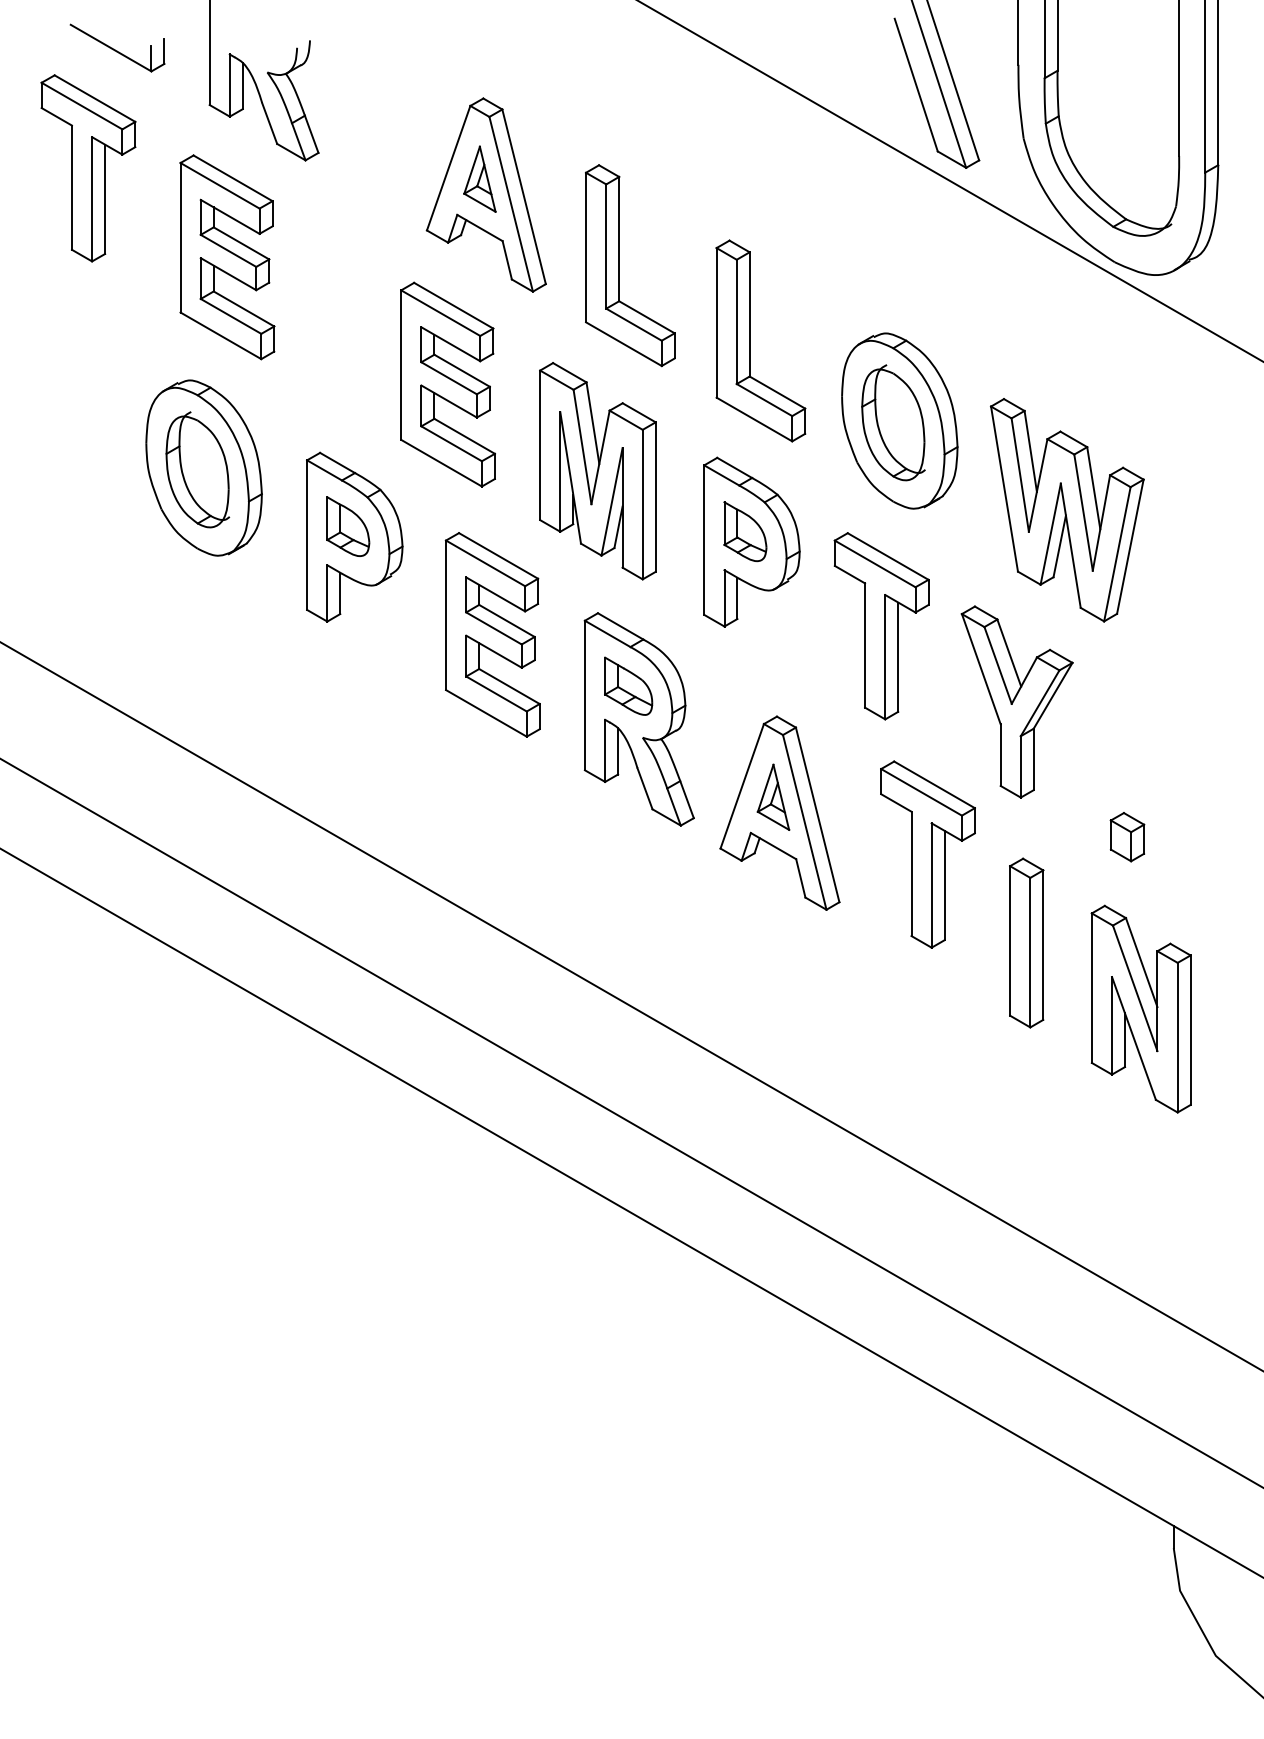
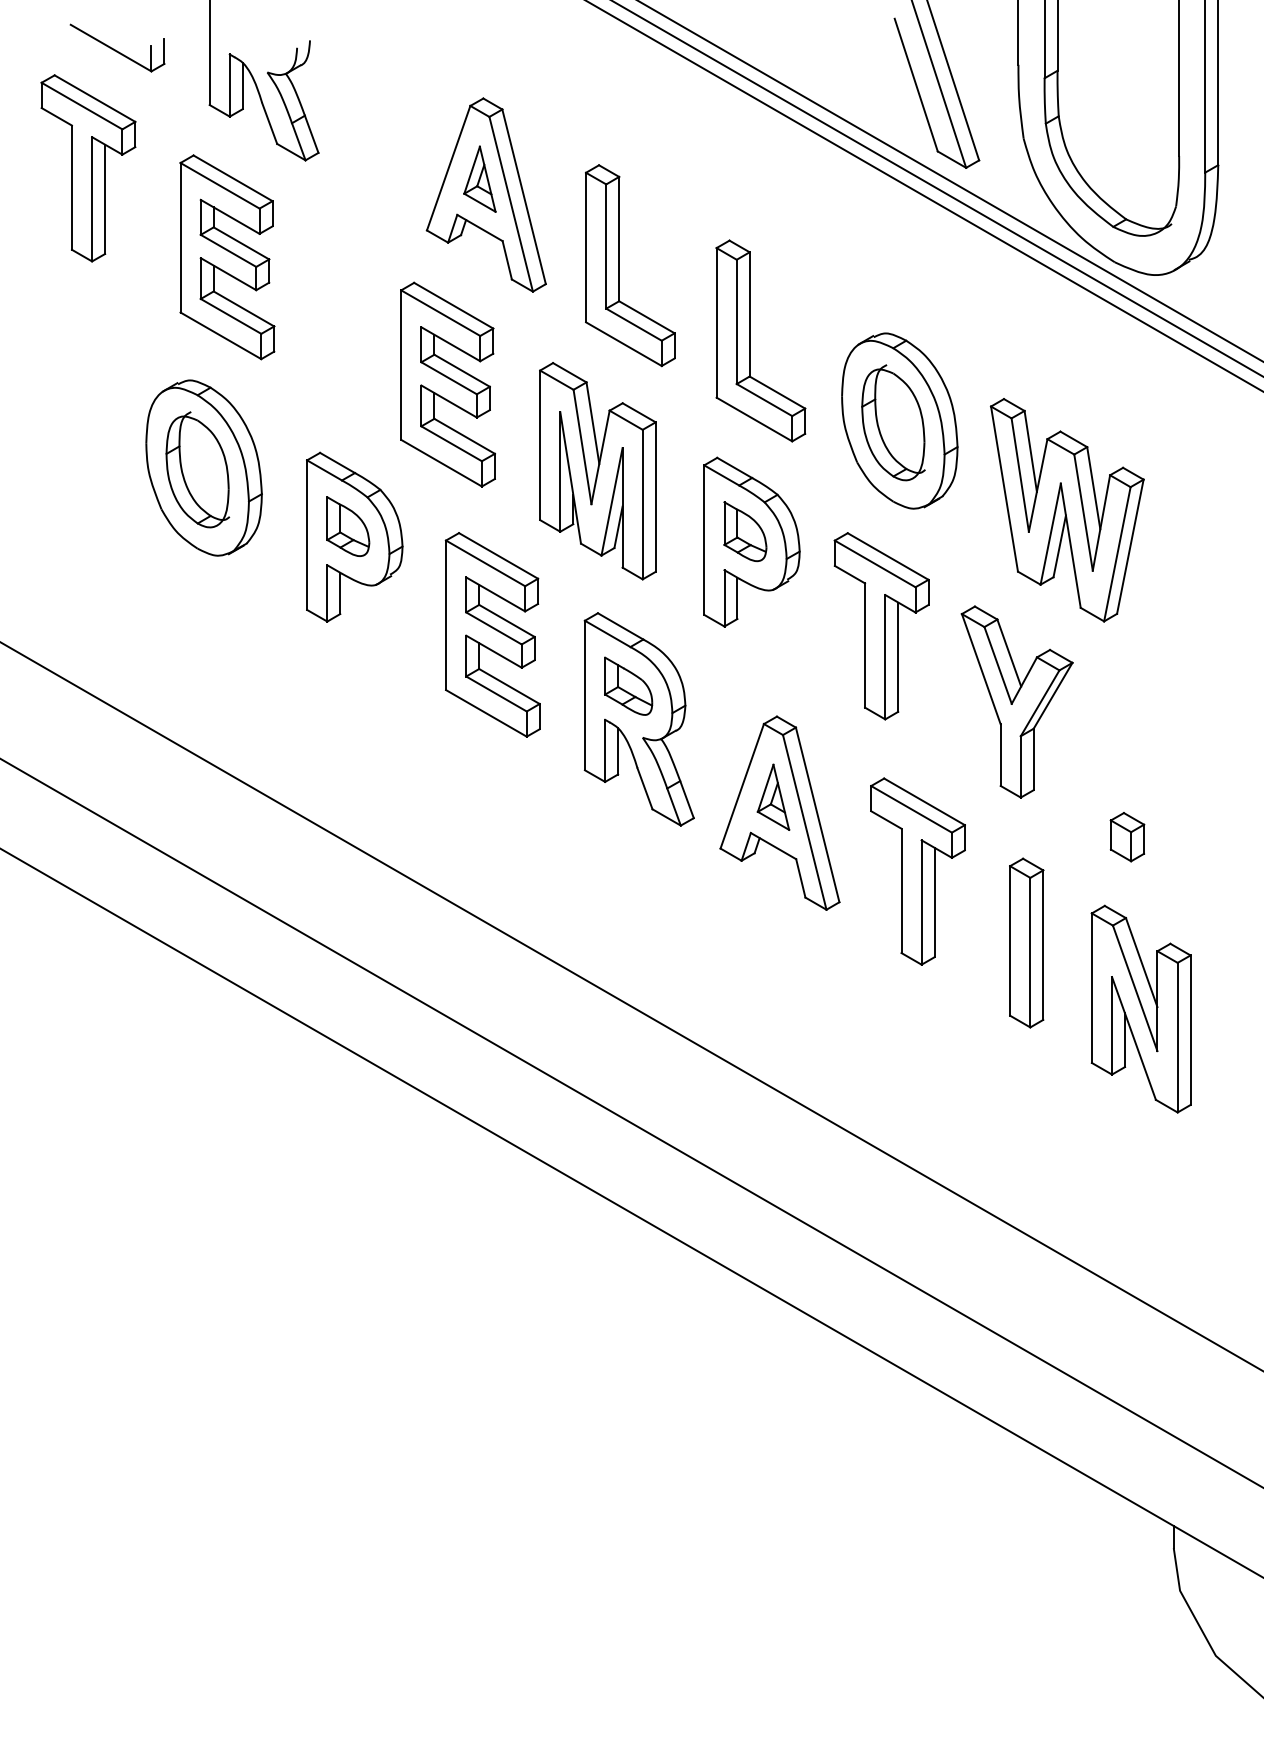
line at (937, 188): none -> present
line at (924, 196): none -> present
part at (927, 854) position: (927, 854) -> (917, 871)
